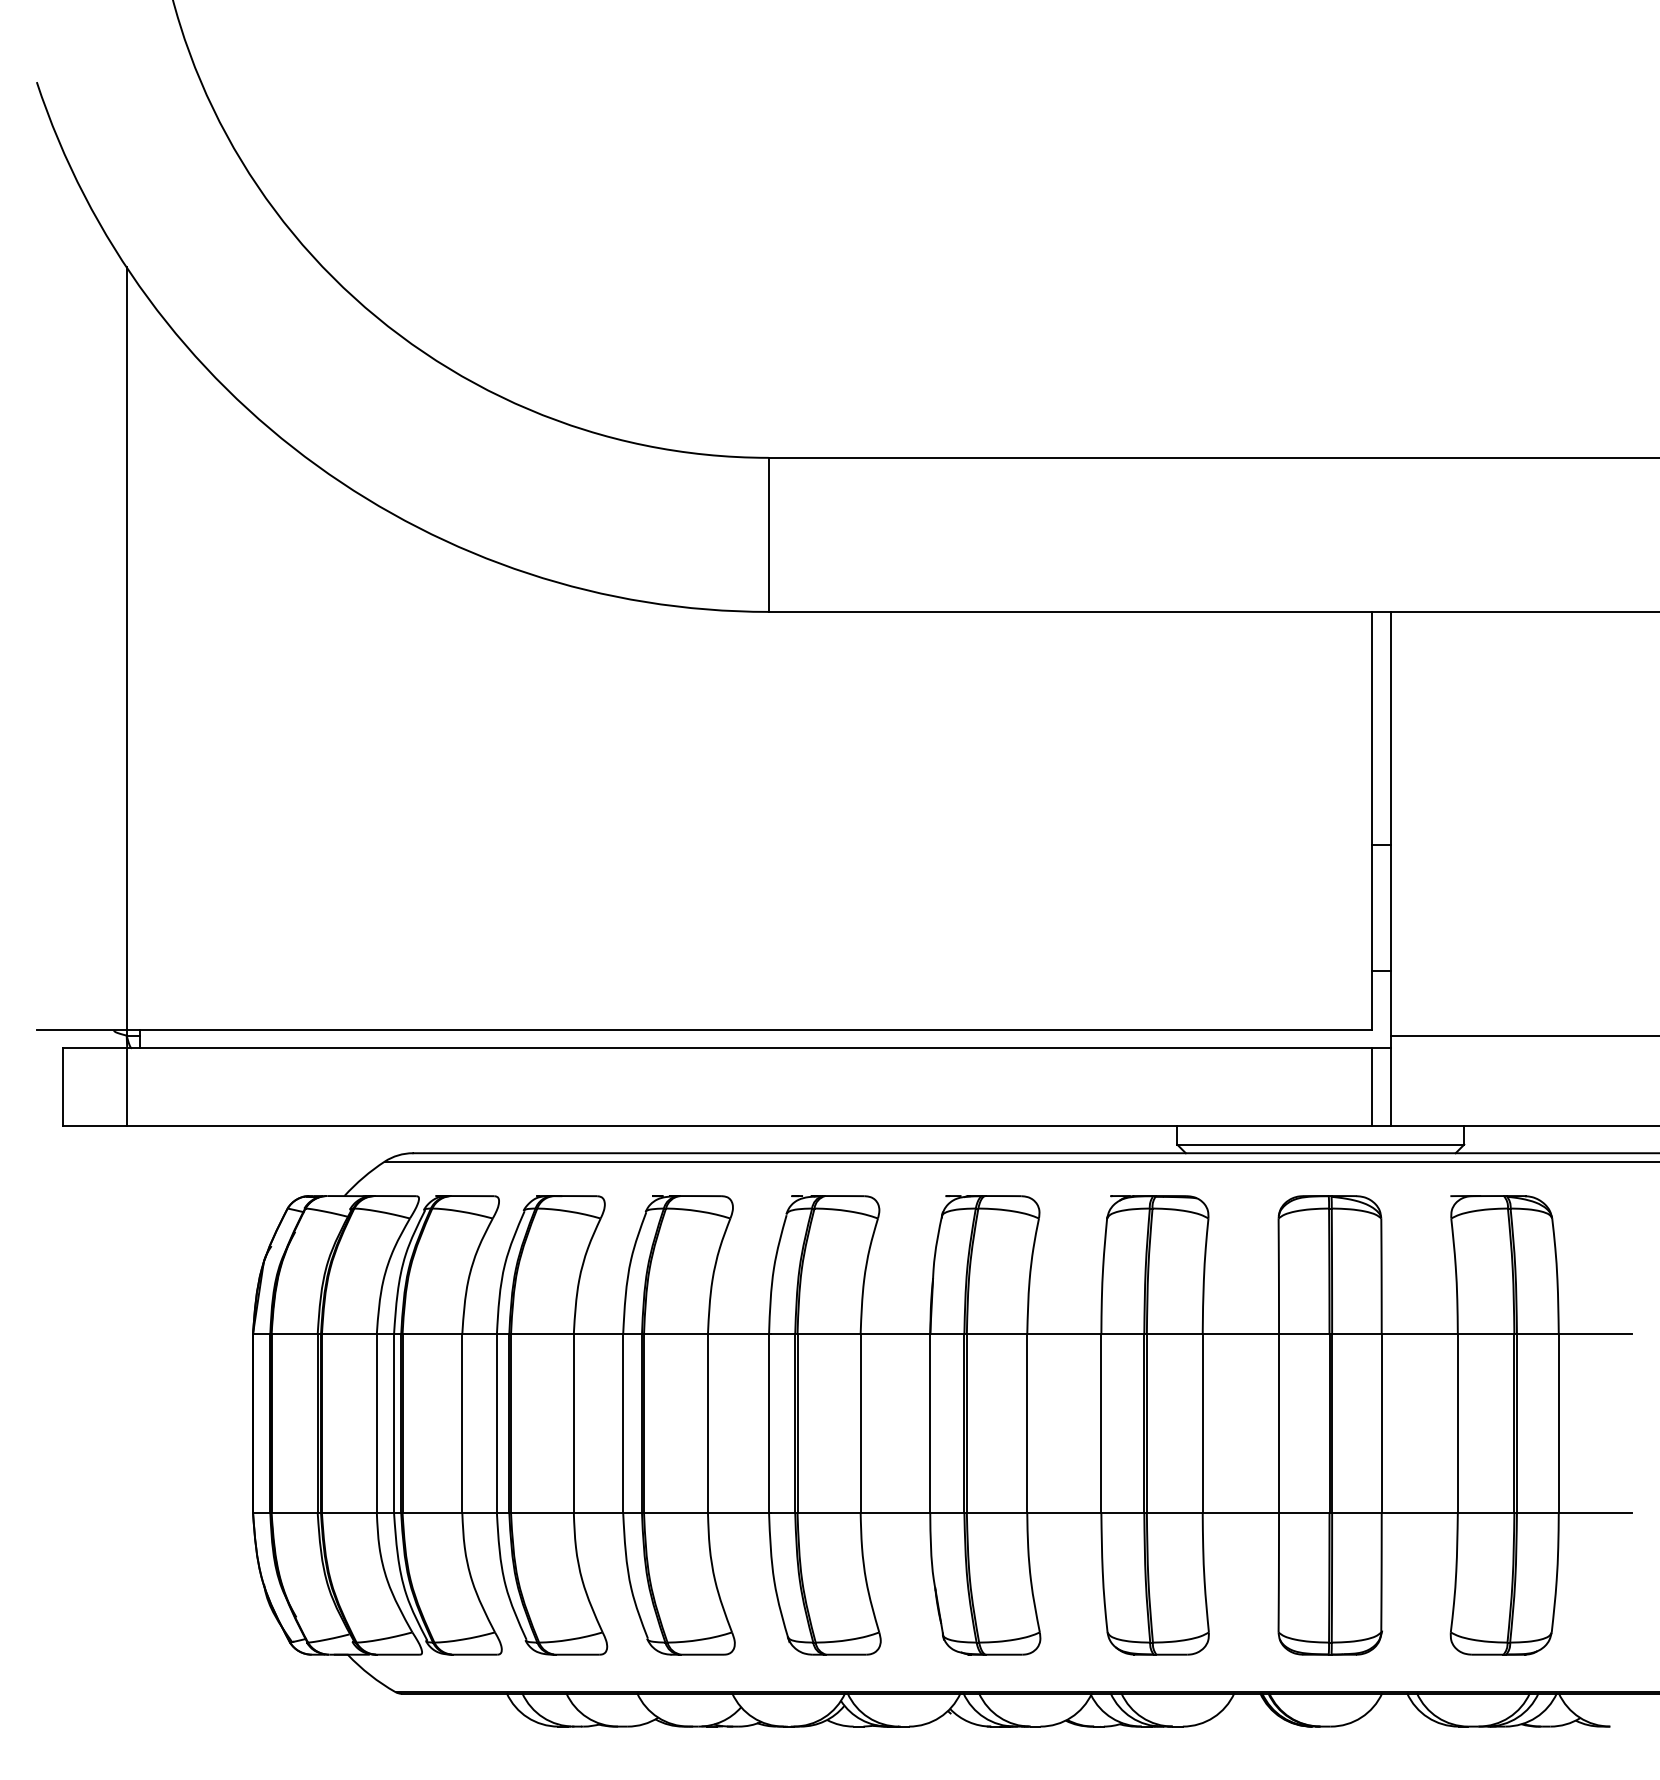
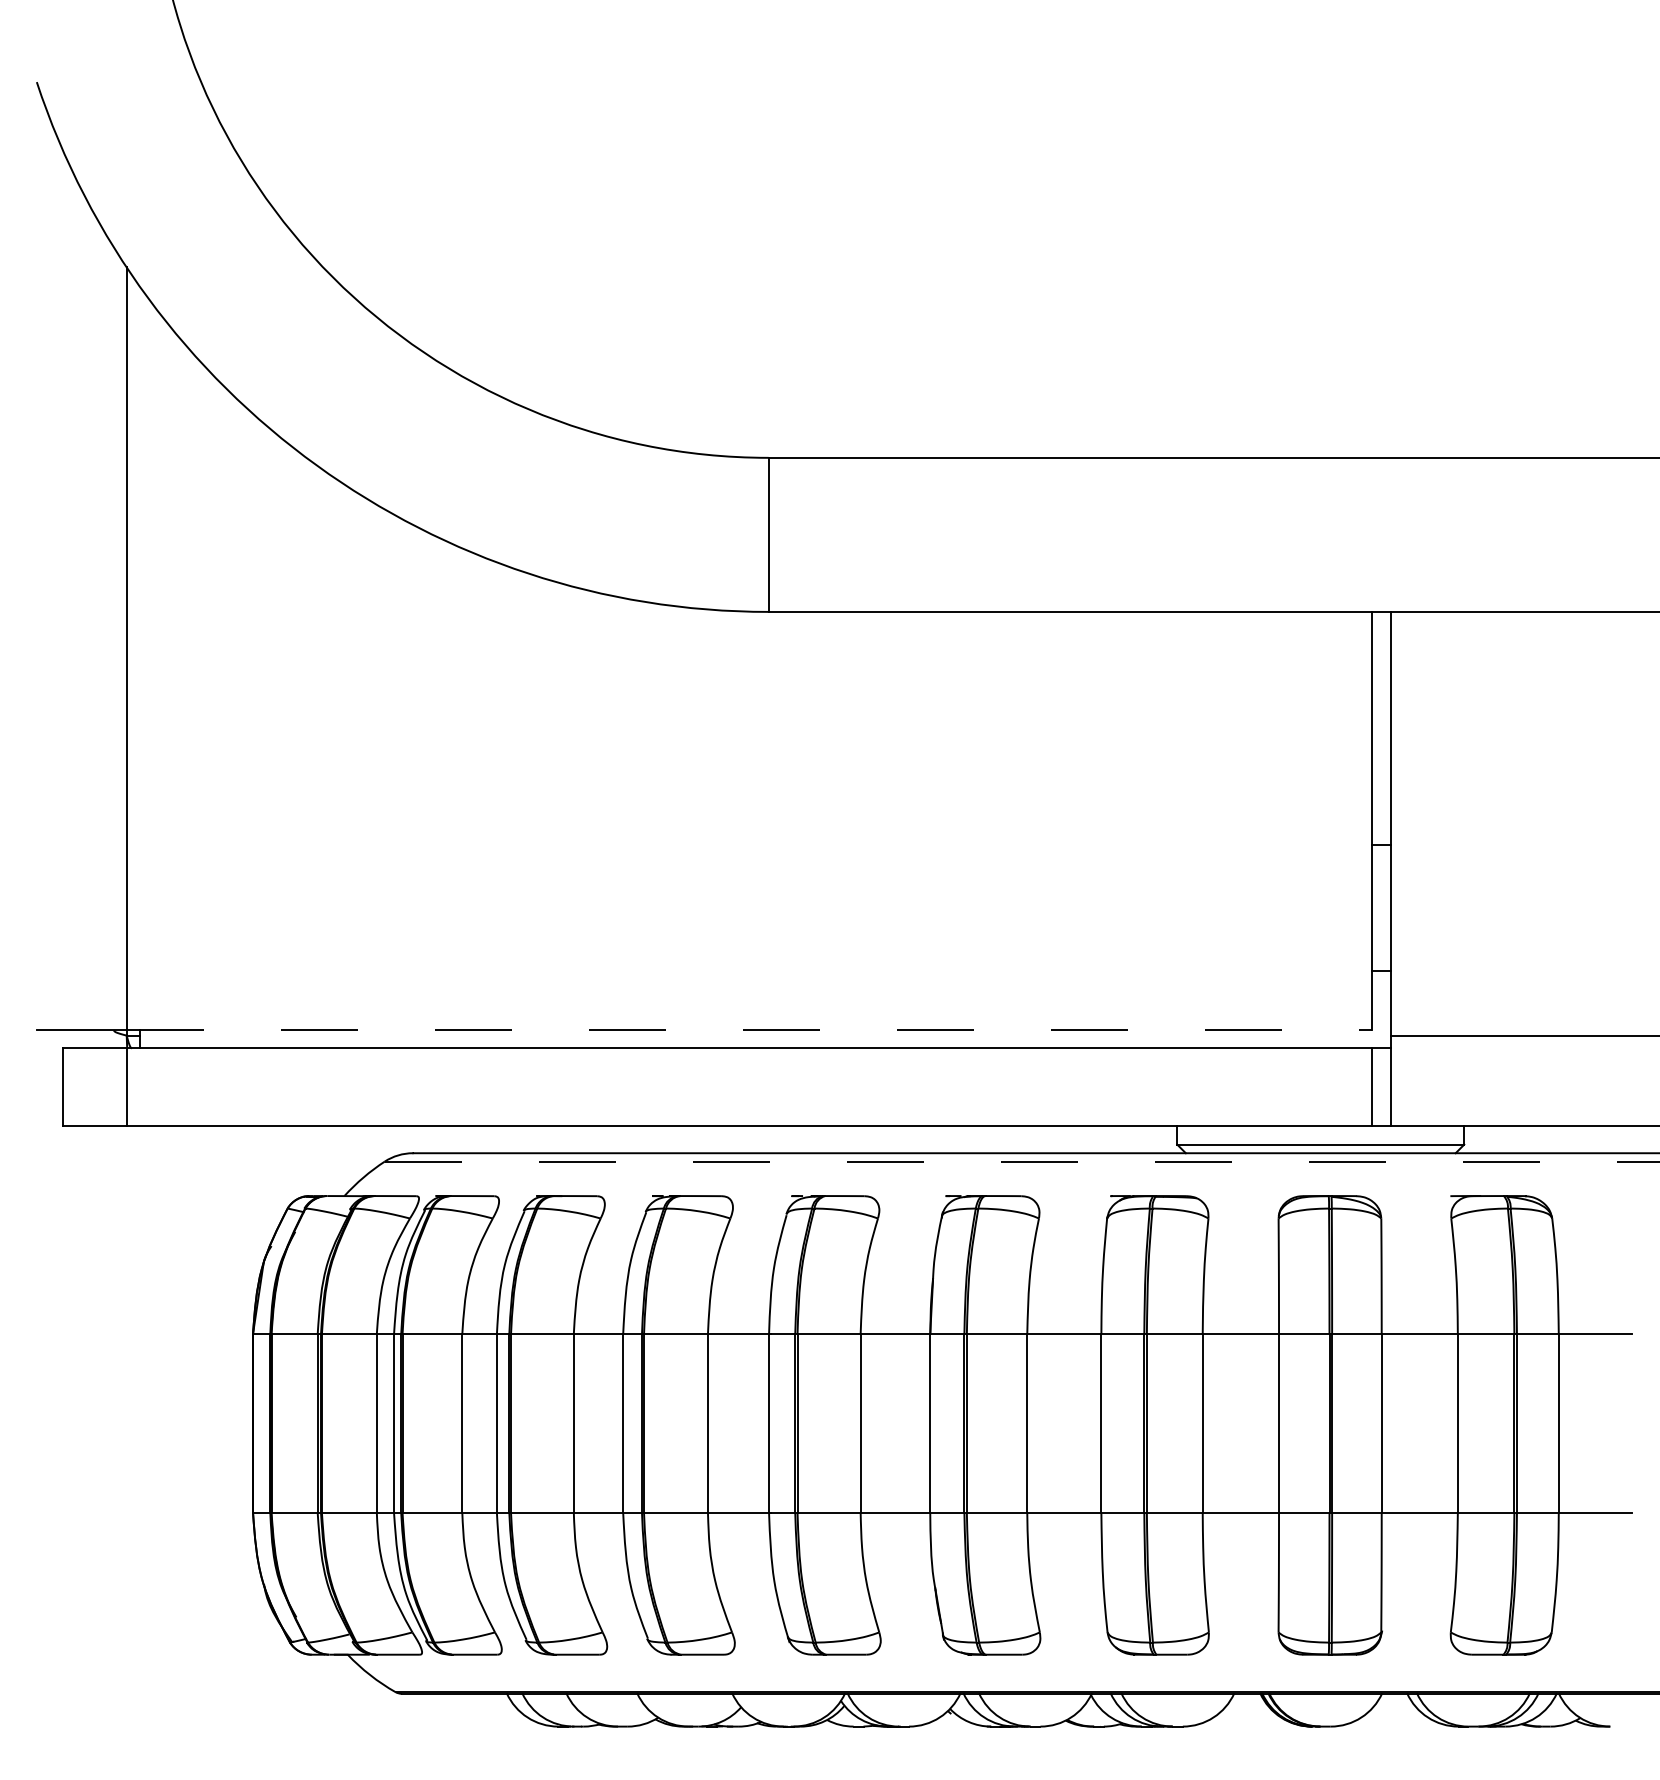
line at (749, 1030): solid -> dashed
line at (1022, 1161): solid -> dashed
